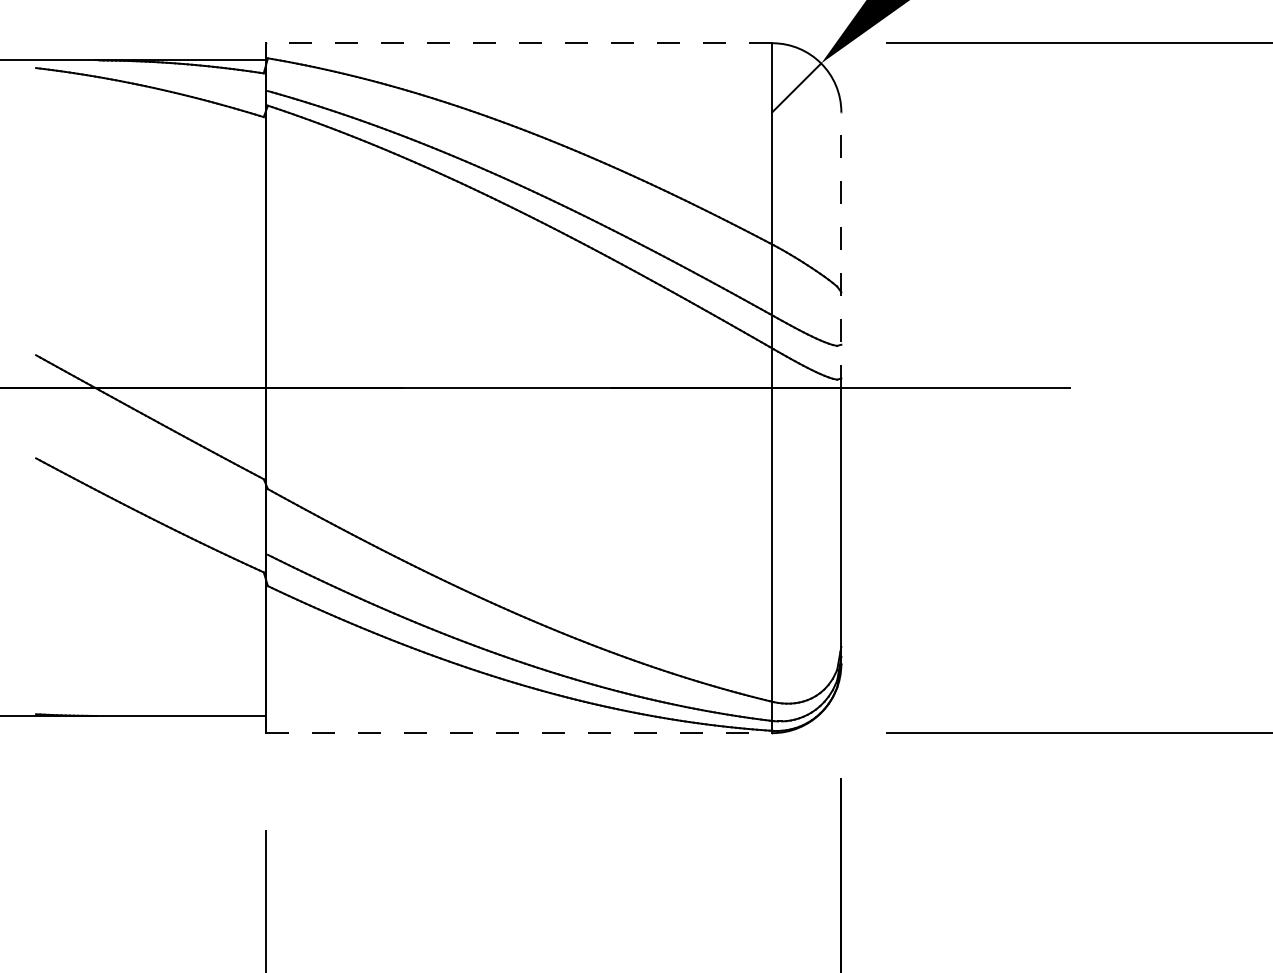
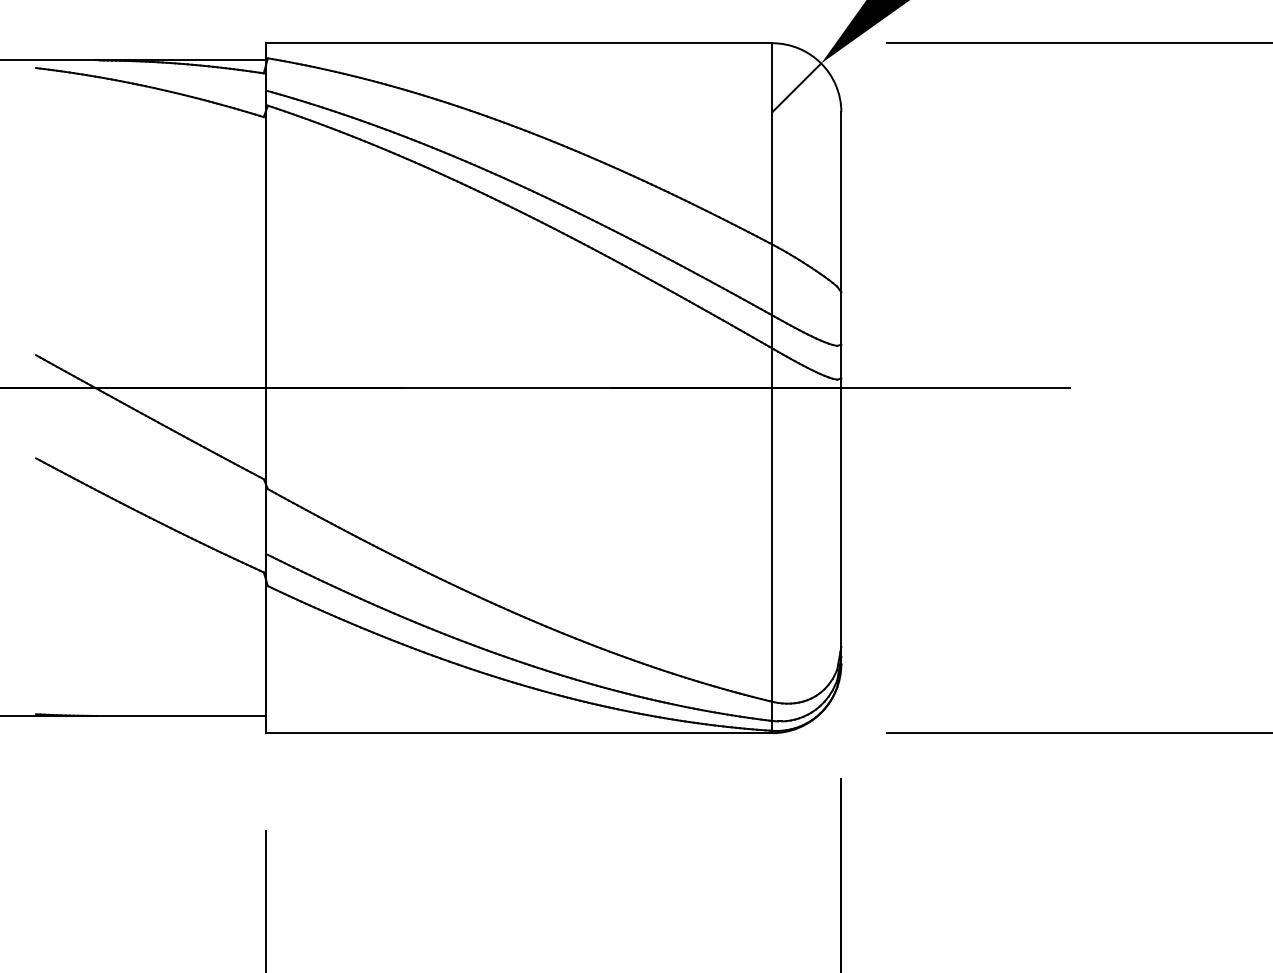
line at (519, 43): dashed -> solid
line at (841, 250): dashed -> solid
line at (519, 733): dashed -> solid
